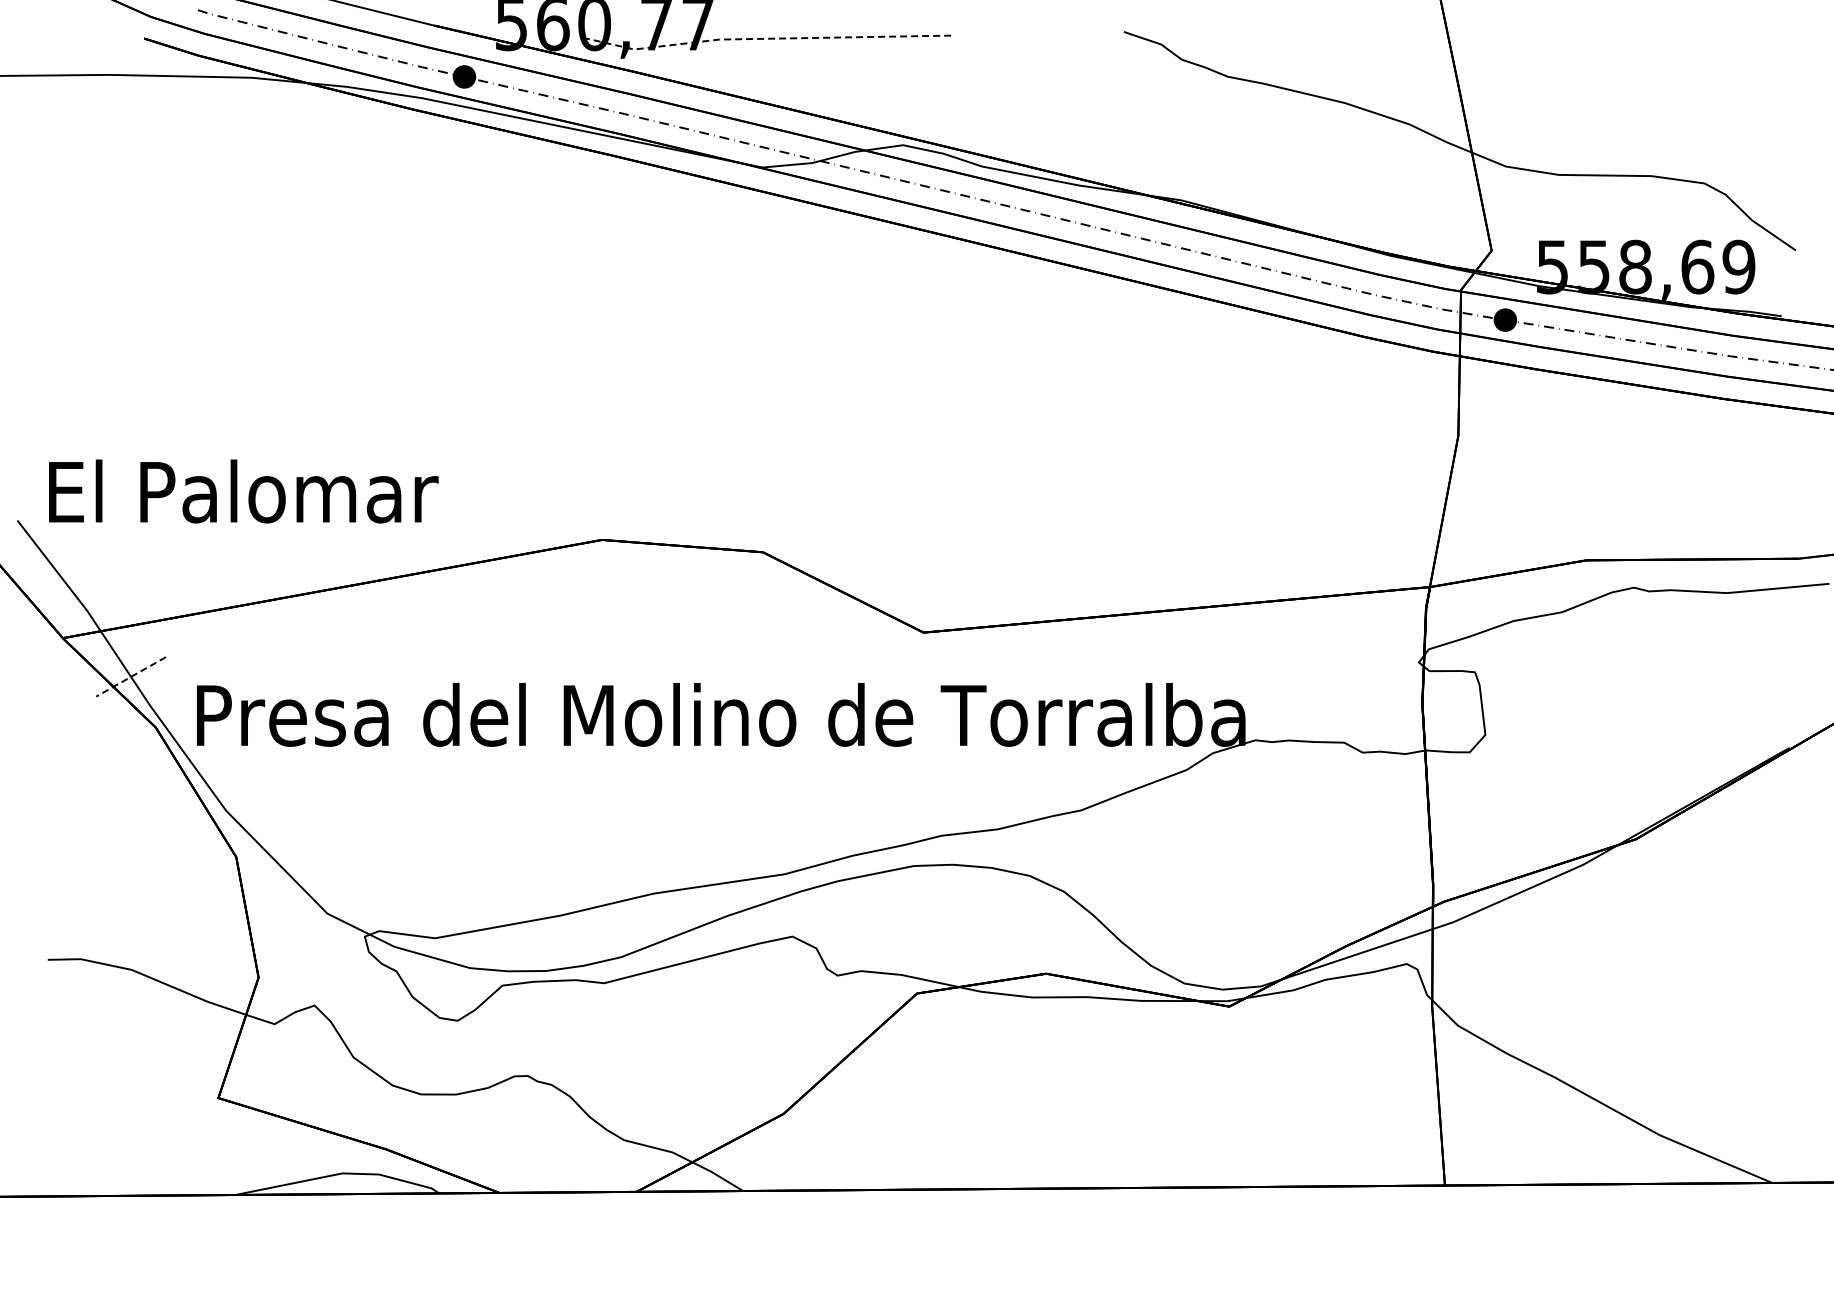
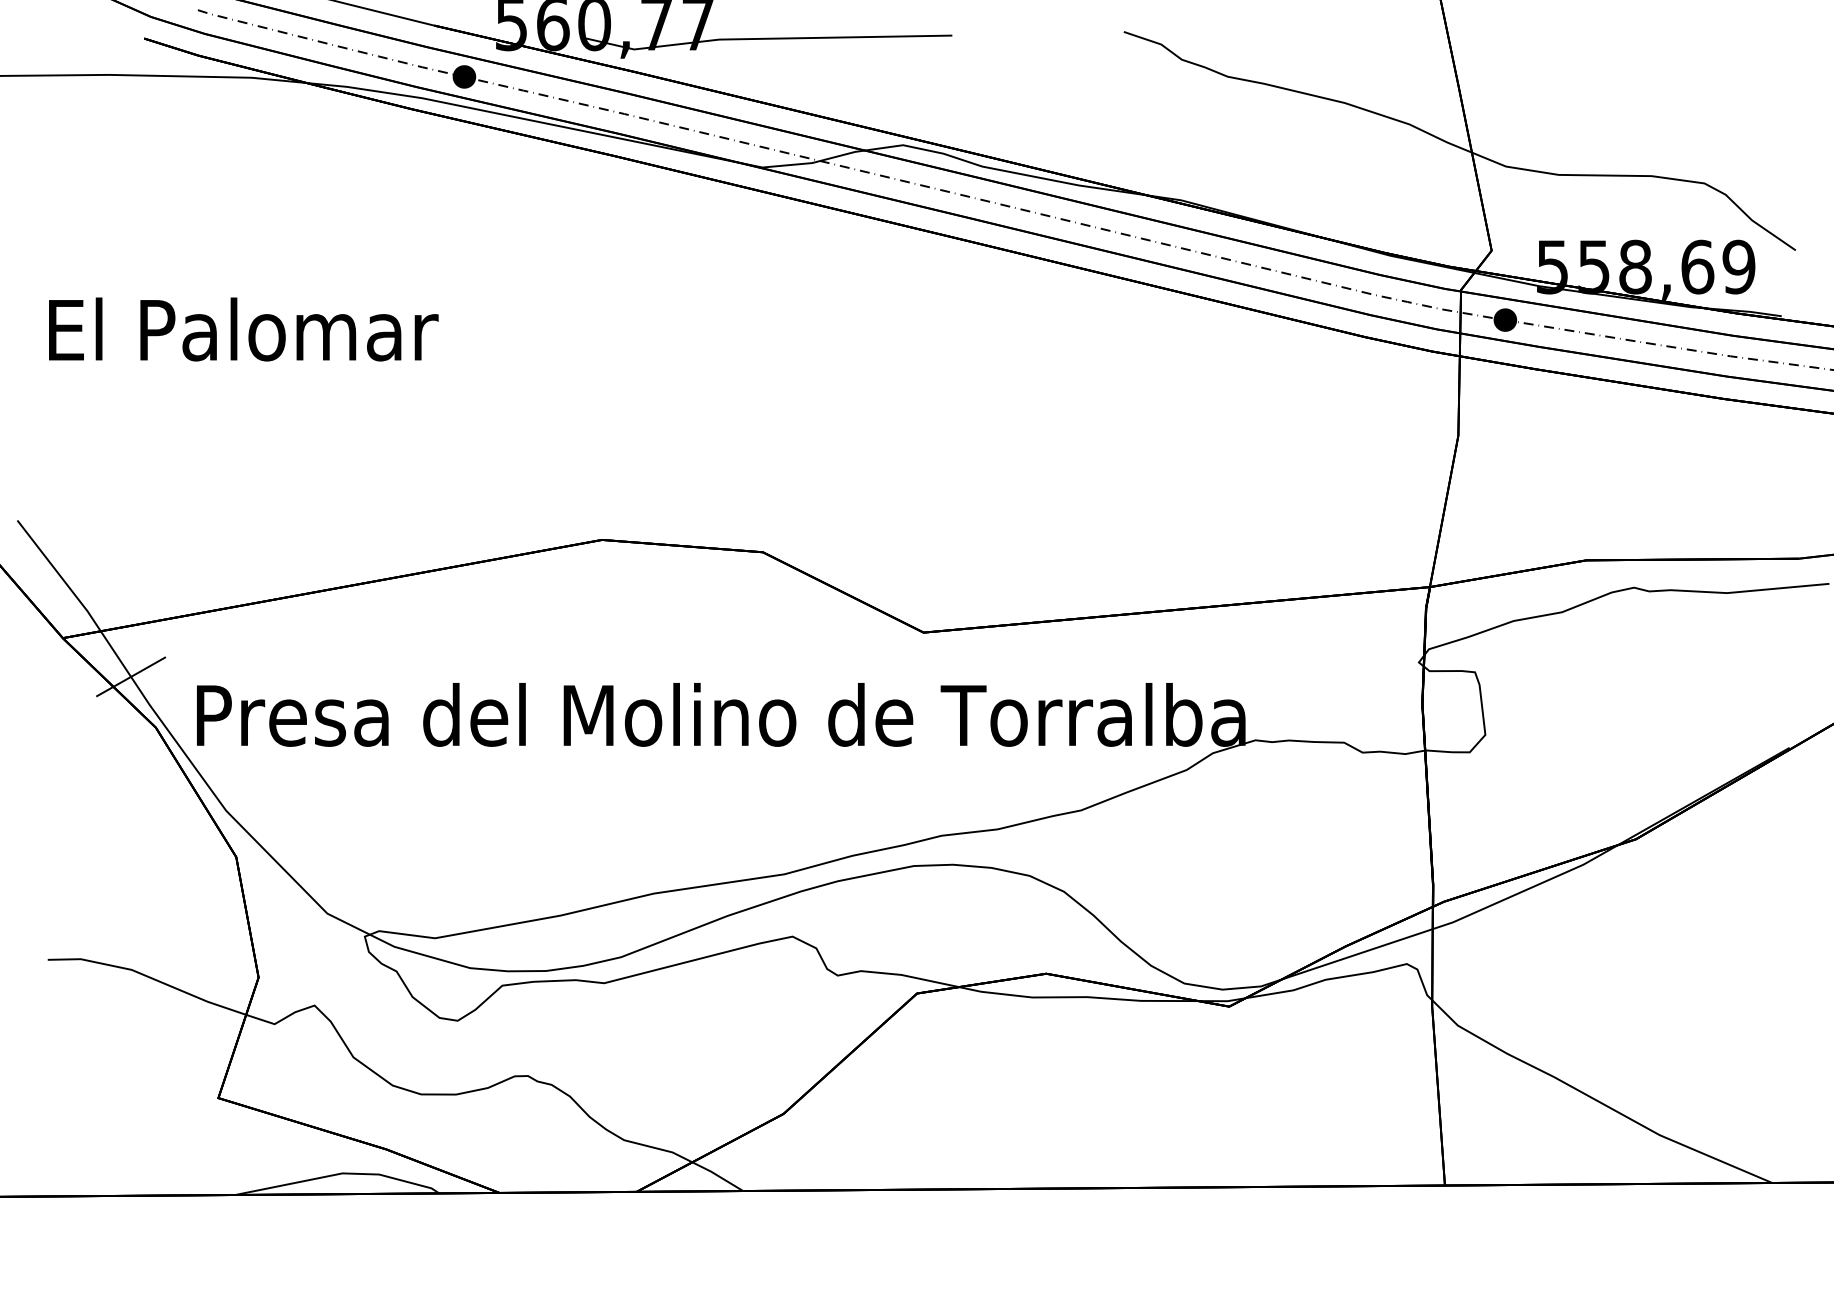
line at (766, 38): dashed -> solid
text at (243, 491) position: (243, 491) -> (243, 329)
line at (131, 676): dashed -> solid
